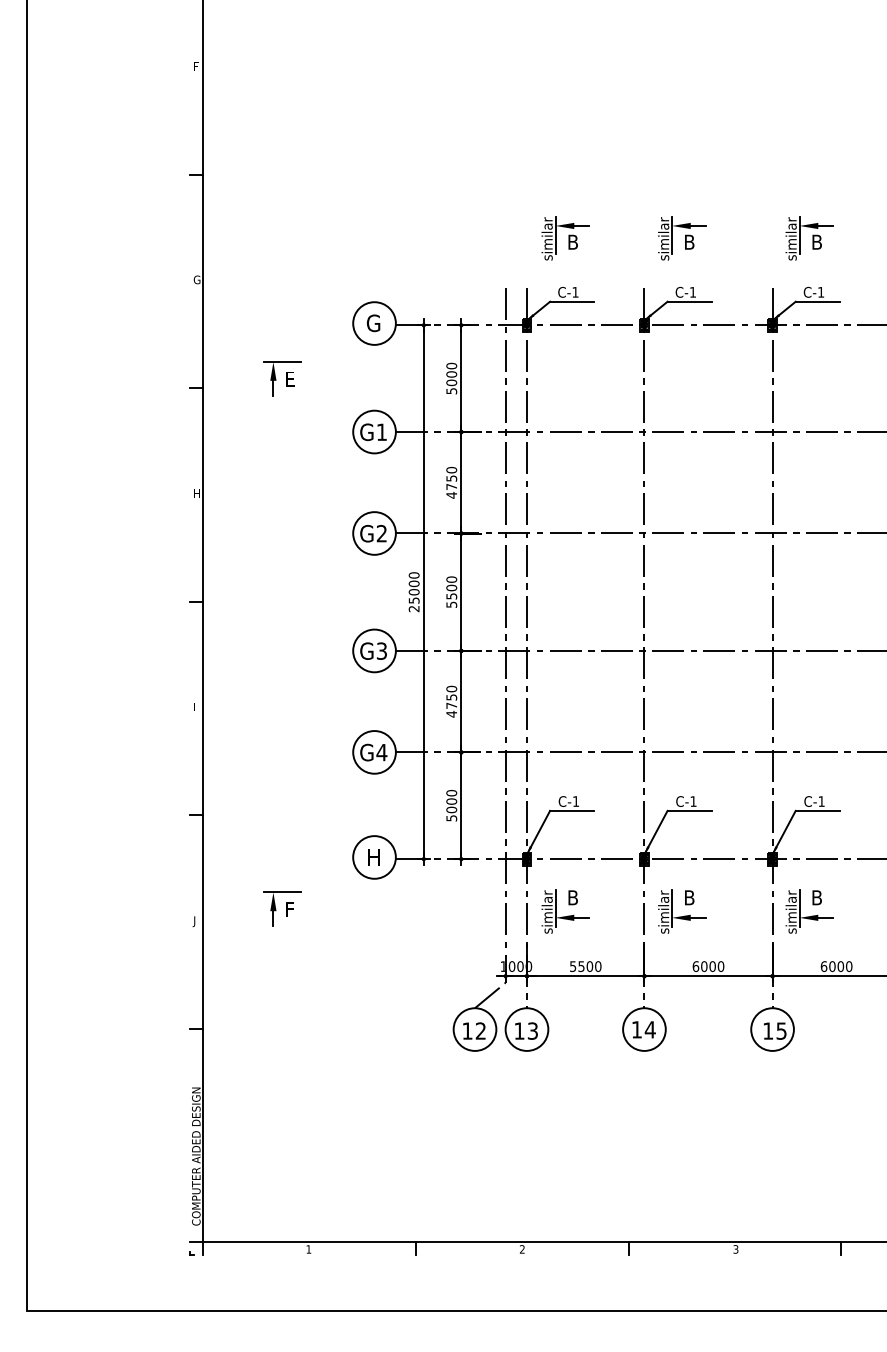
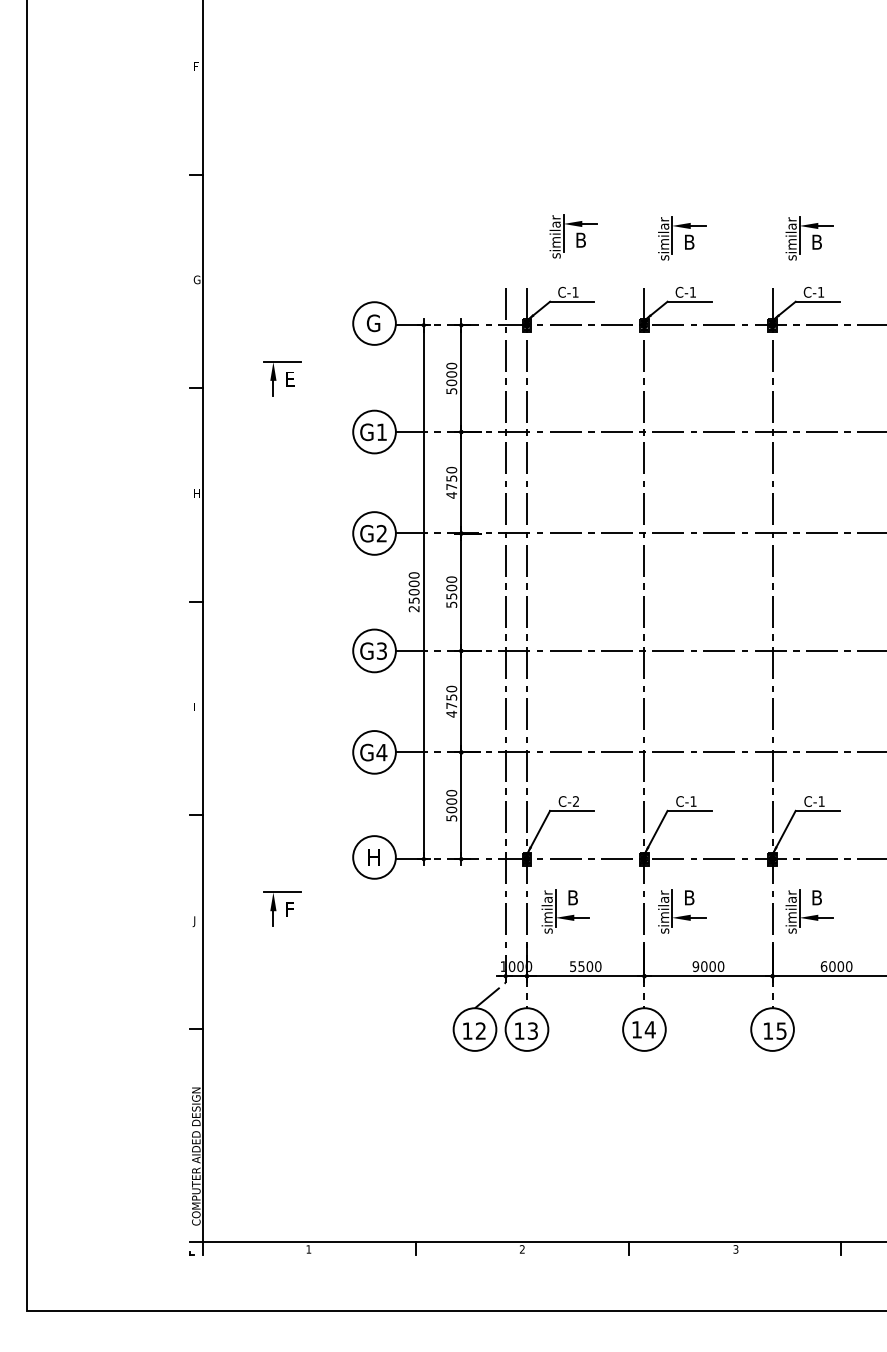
part at (565, 238) position: (565, 238) -> (573, 236)
text at (575, 801): C-1 -> C-2
text at (695, 966): 6000 -> 9000
